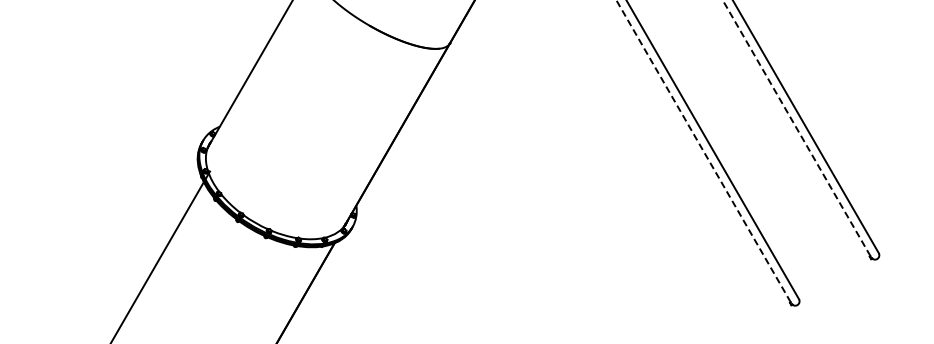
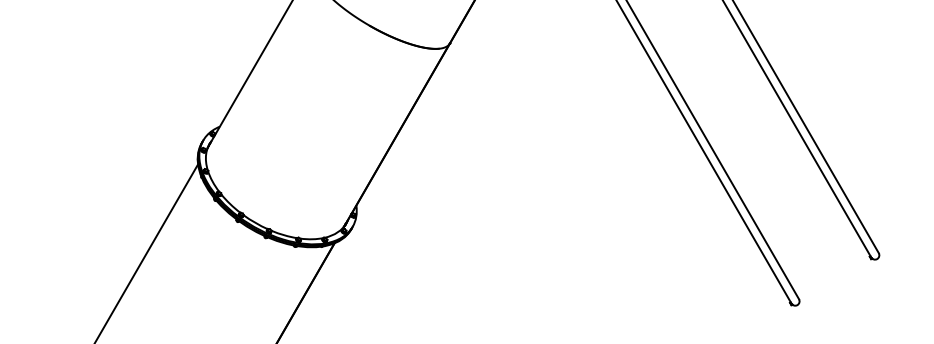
line at (797, 129): dashed -> solid
line at (704, 152): dashed -> solid
line at (161, 255) position: (161, 255) -> (147, 252)
